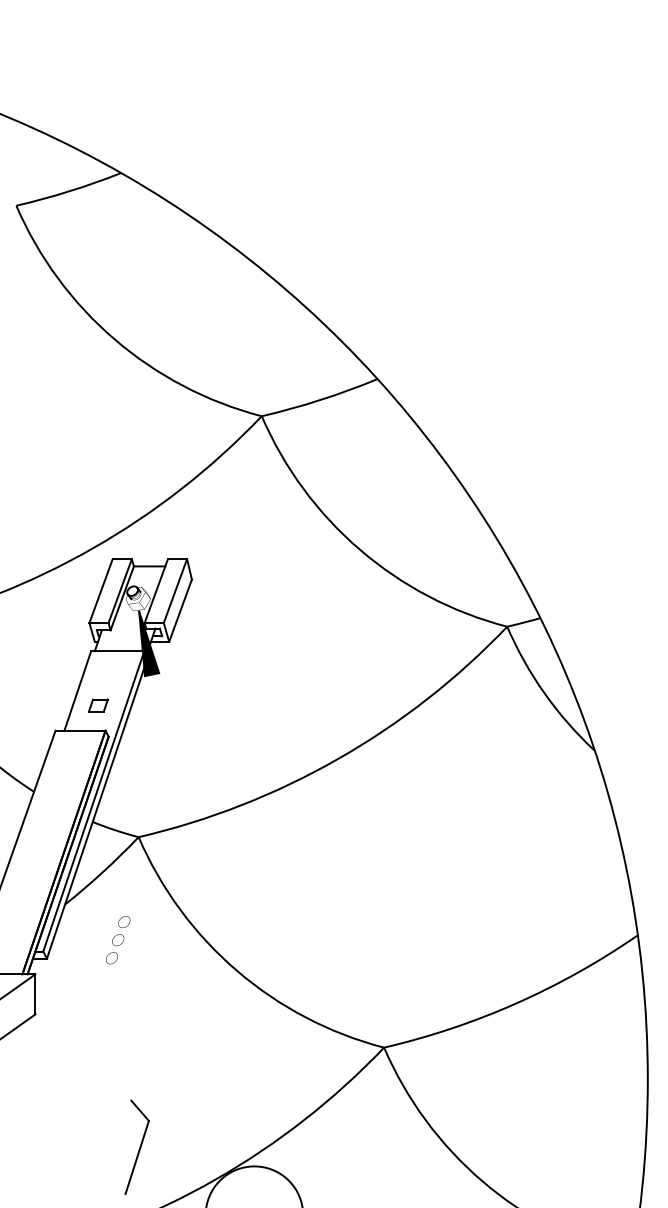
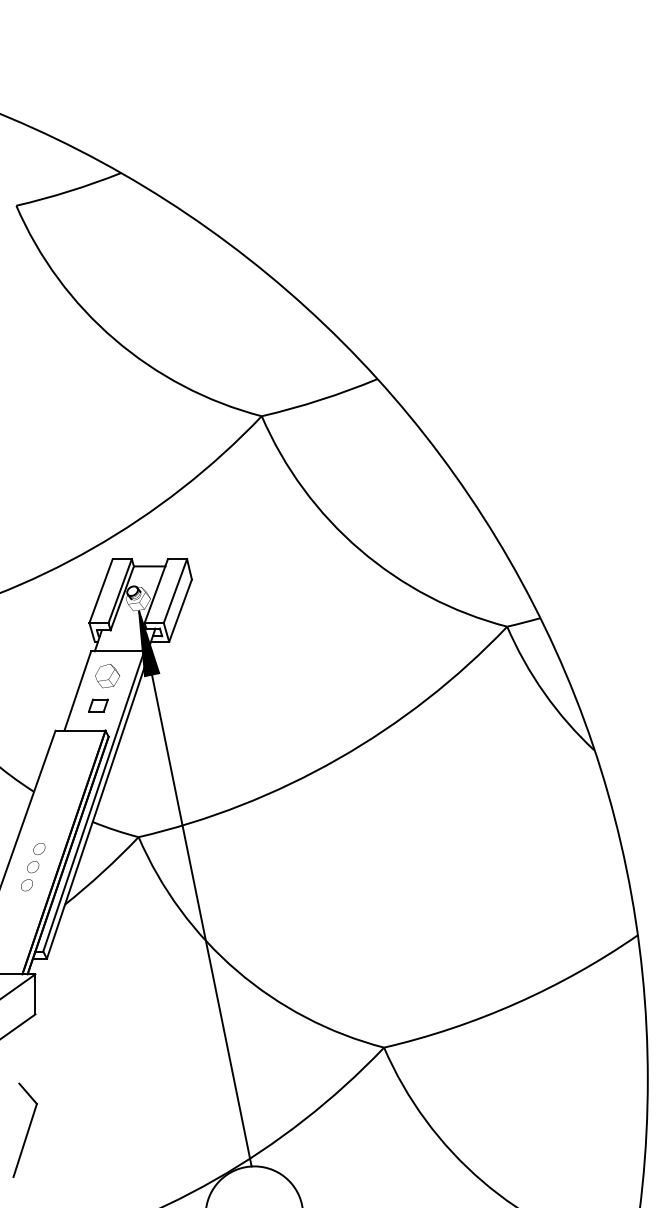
part at (107, 676): none -> present
line at (201, 920): none -> present
part at (118, 940) position: (118, 940) -> (33, 867)
part at (136, 1146) position: (136, 1146) -> (24, 1129)
